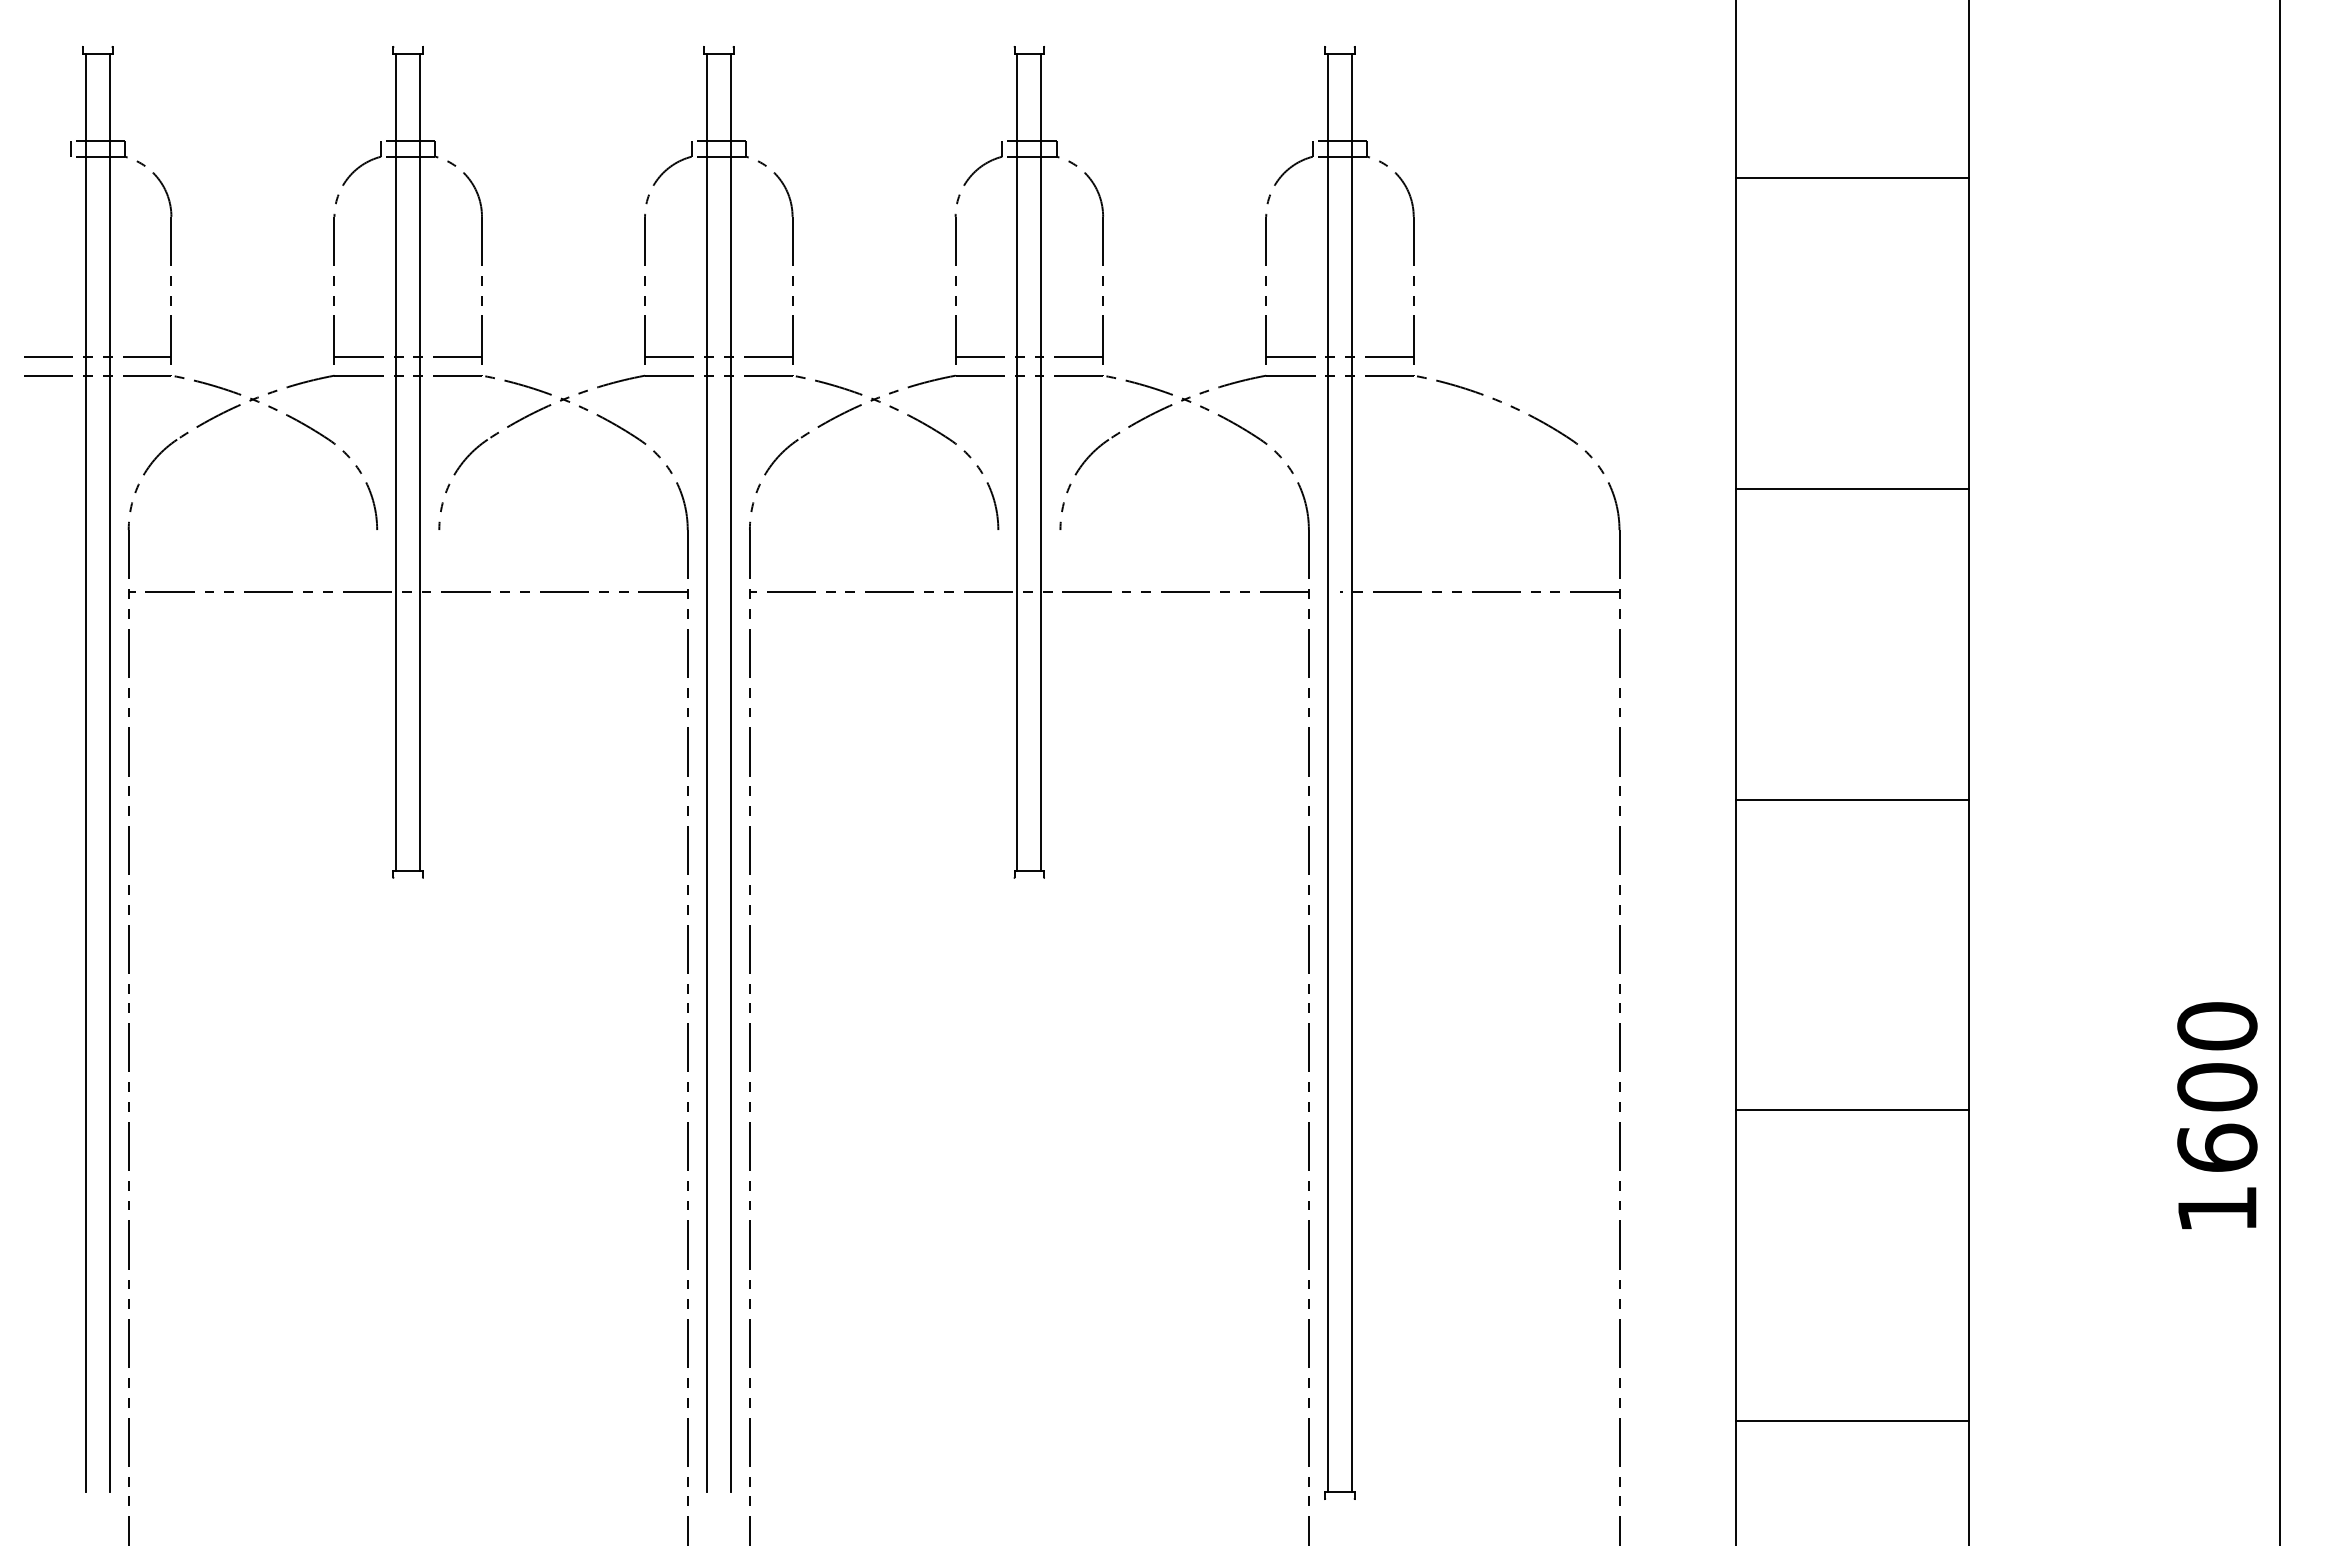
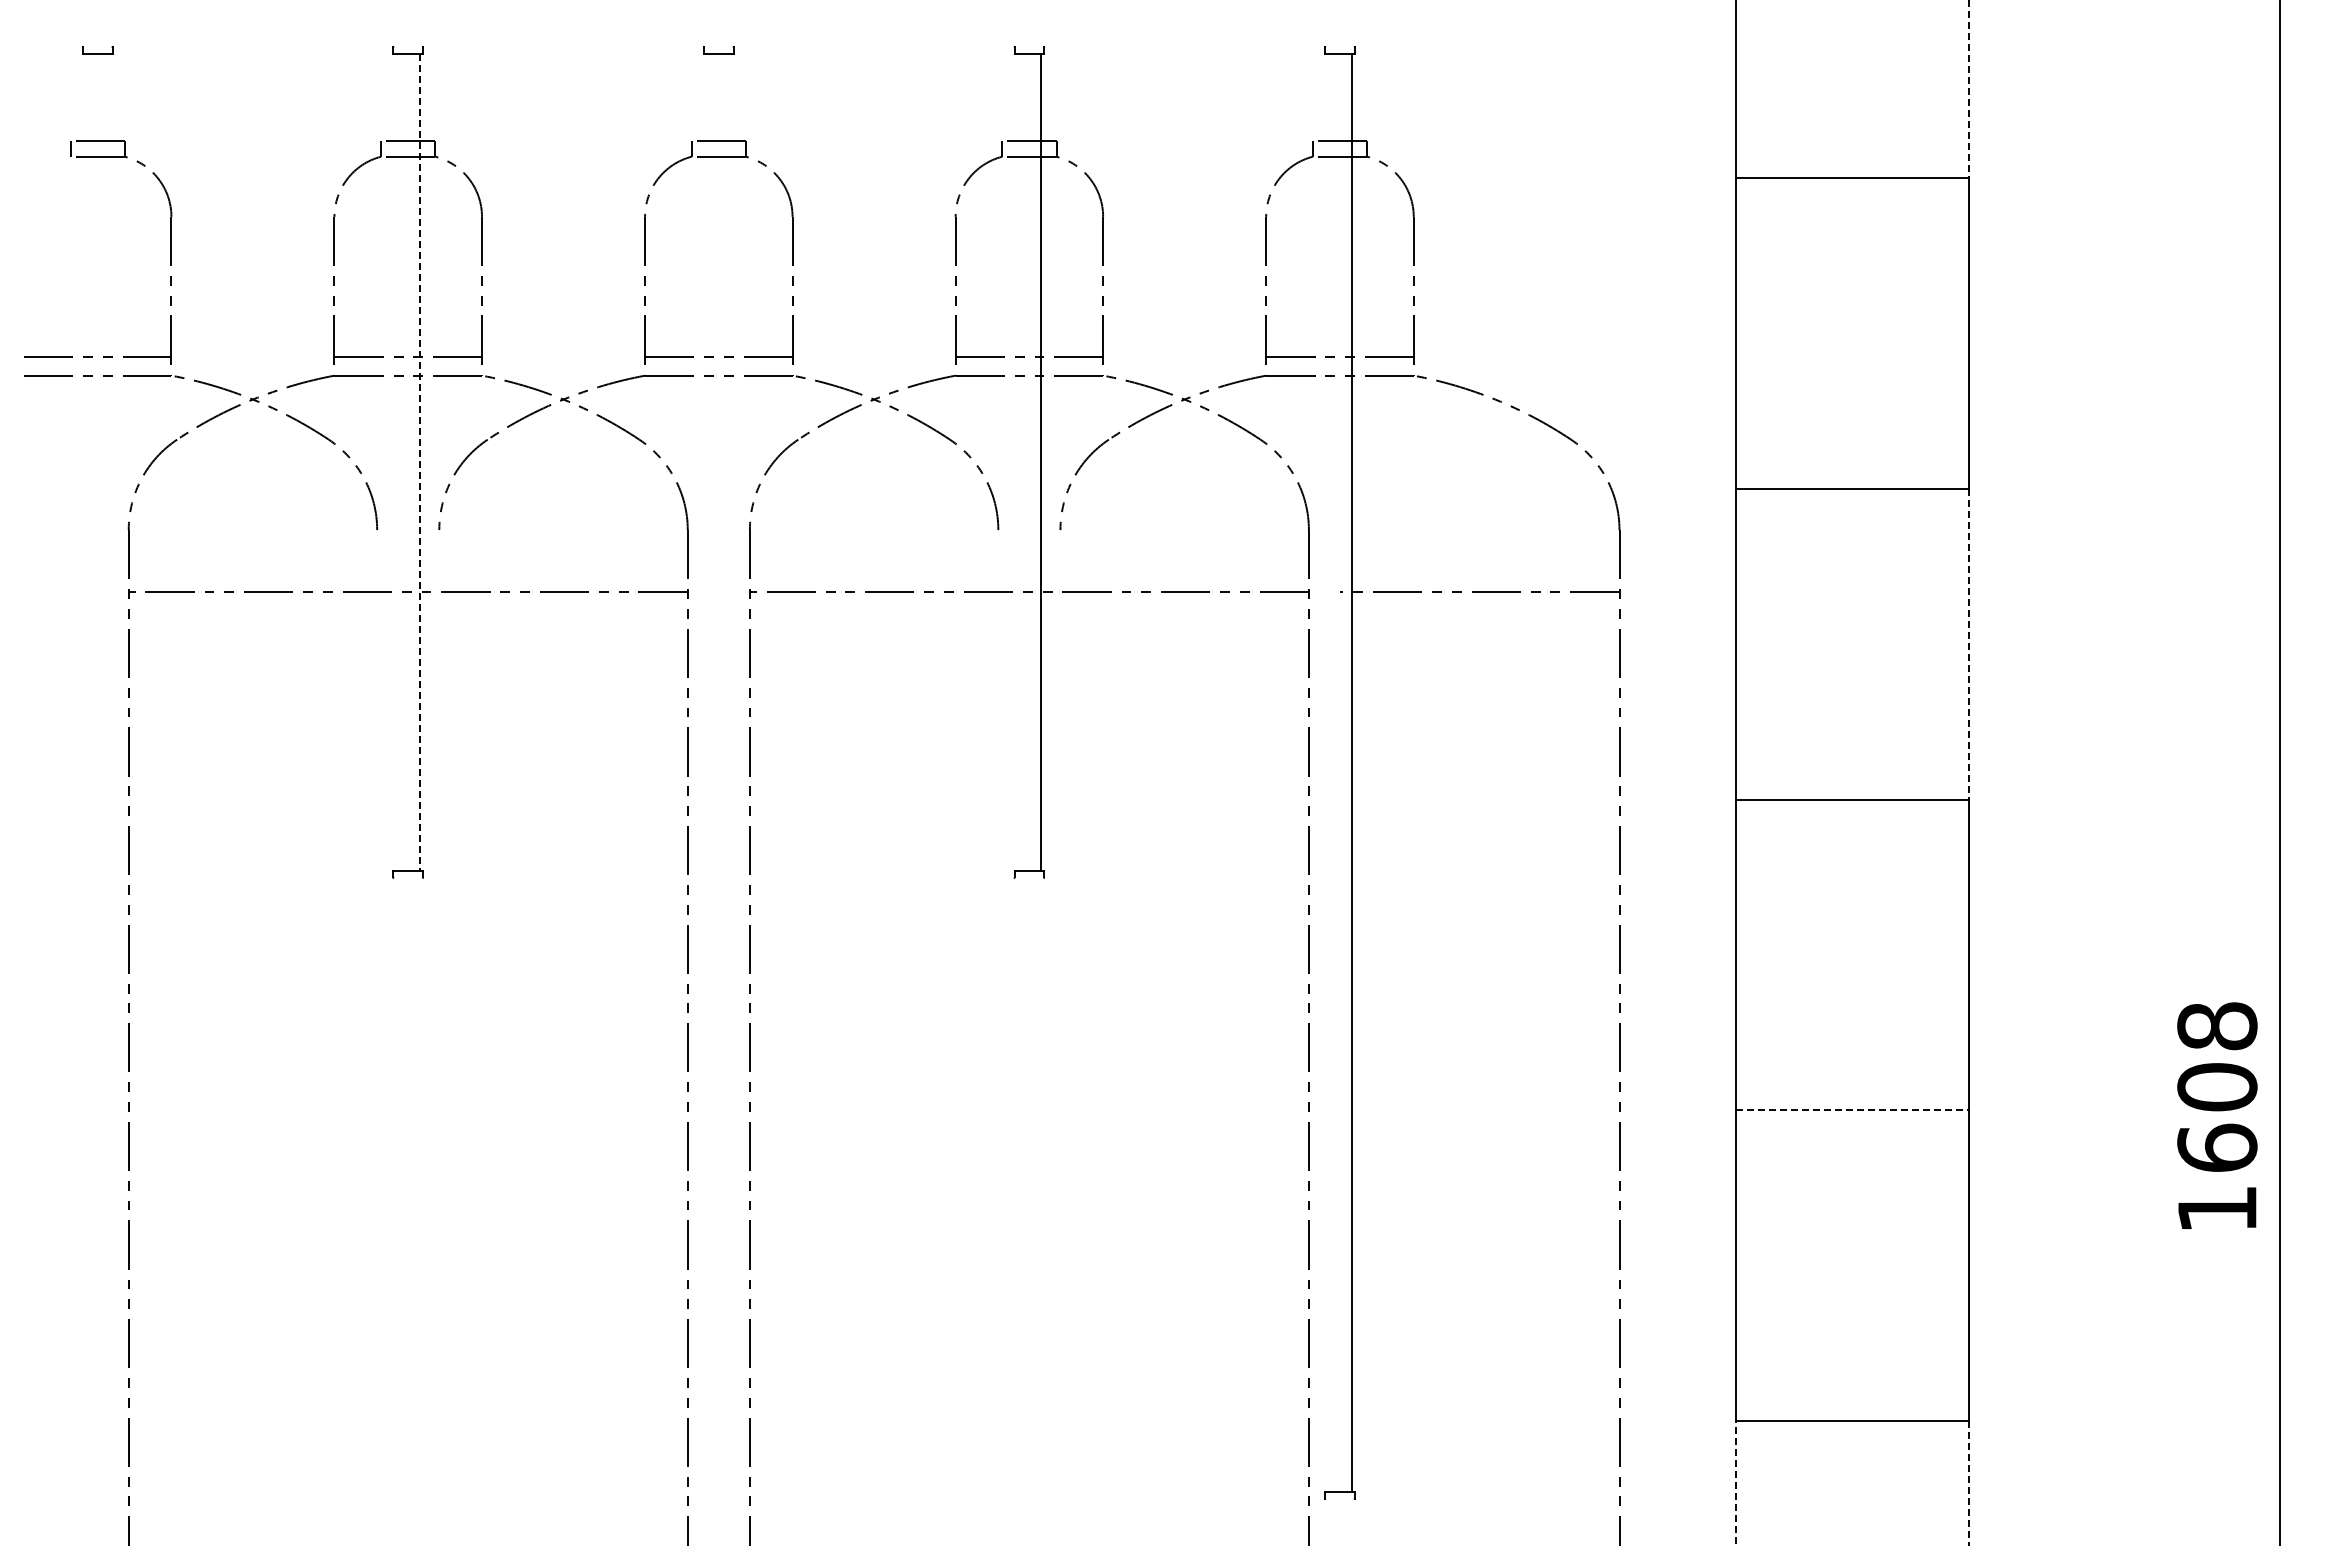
line at (1968, 89): solid -> dashed
line at (396, 462): present -> none
line at (420, 462): solid -> dashed
line at (1017, 462): present -> none
line at (1968, 644): solid -> dashed
line at (85, 772): present -> none
line at (109, 772): present -> none
line at (706, 772): present -> none
line at (730, 772): present -> none
line at (1327, 772): present -> none
text at (2217, 1026): 1600 -> 1608
line at (1852, 1110): solid -> dashed
line at (1735, 1482): solid -> dashed
line at (1968, 1483): solid -> dashed
